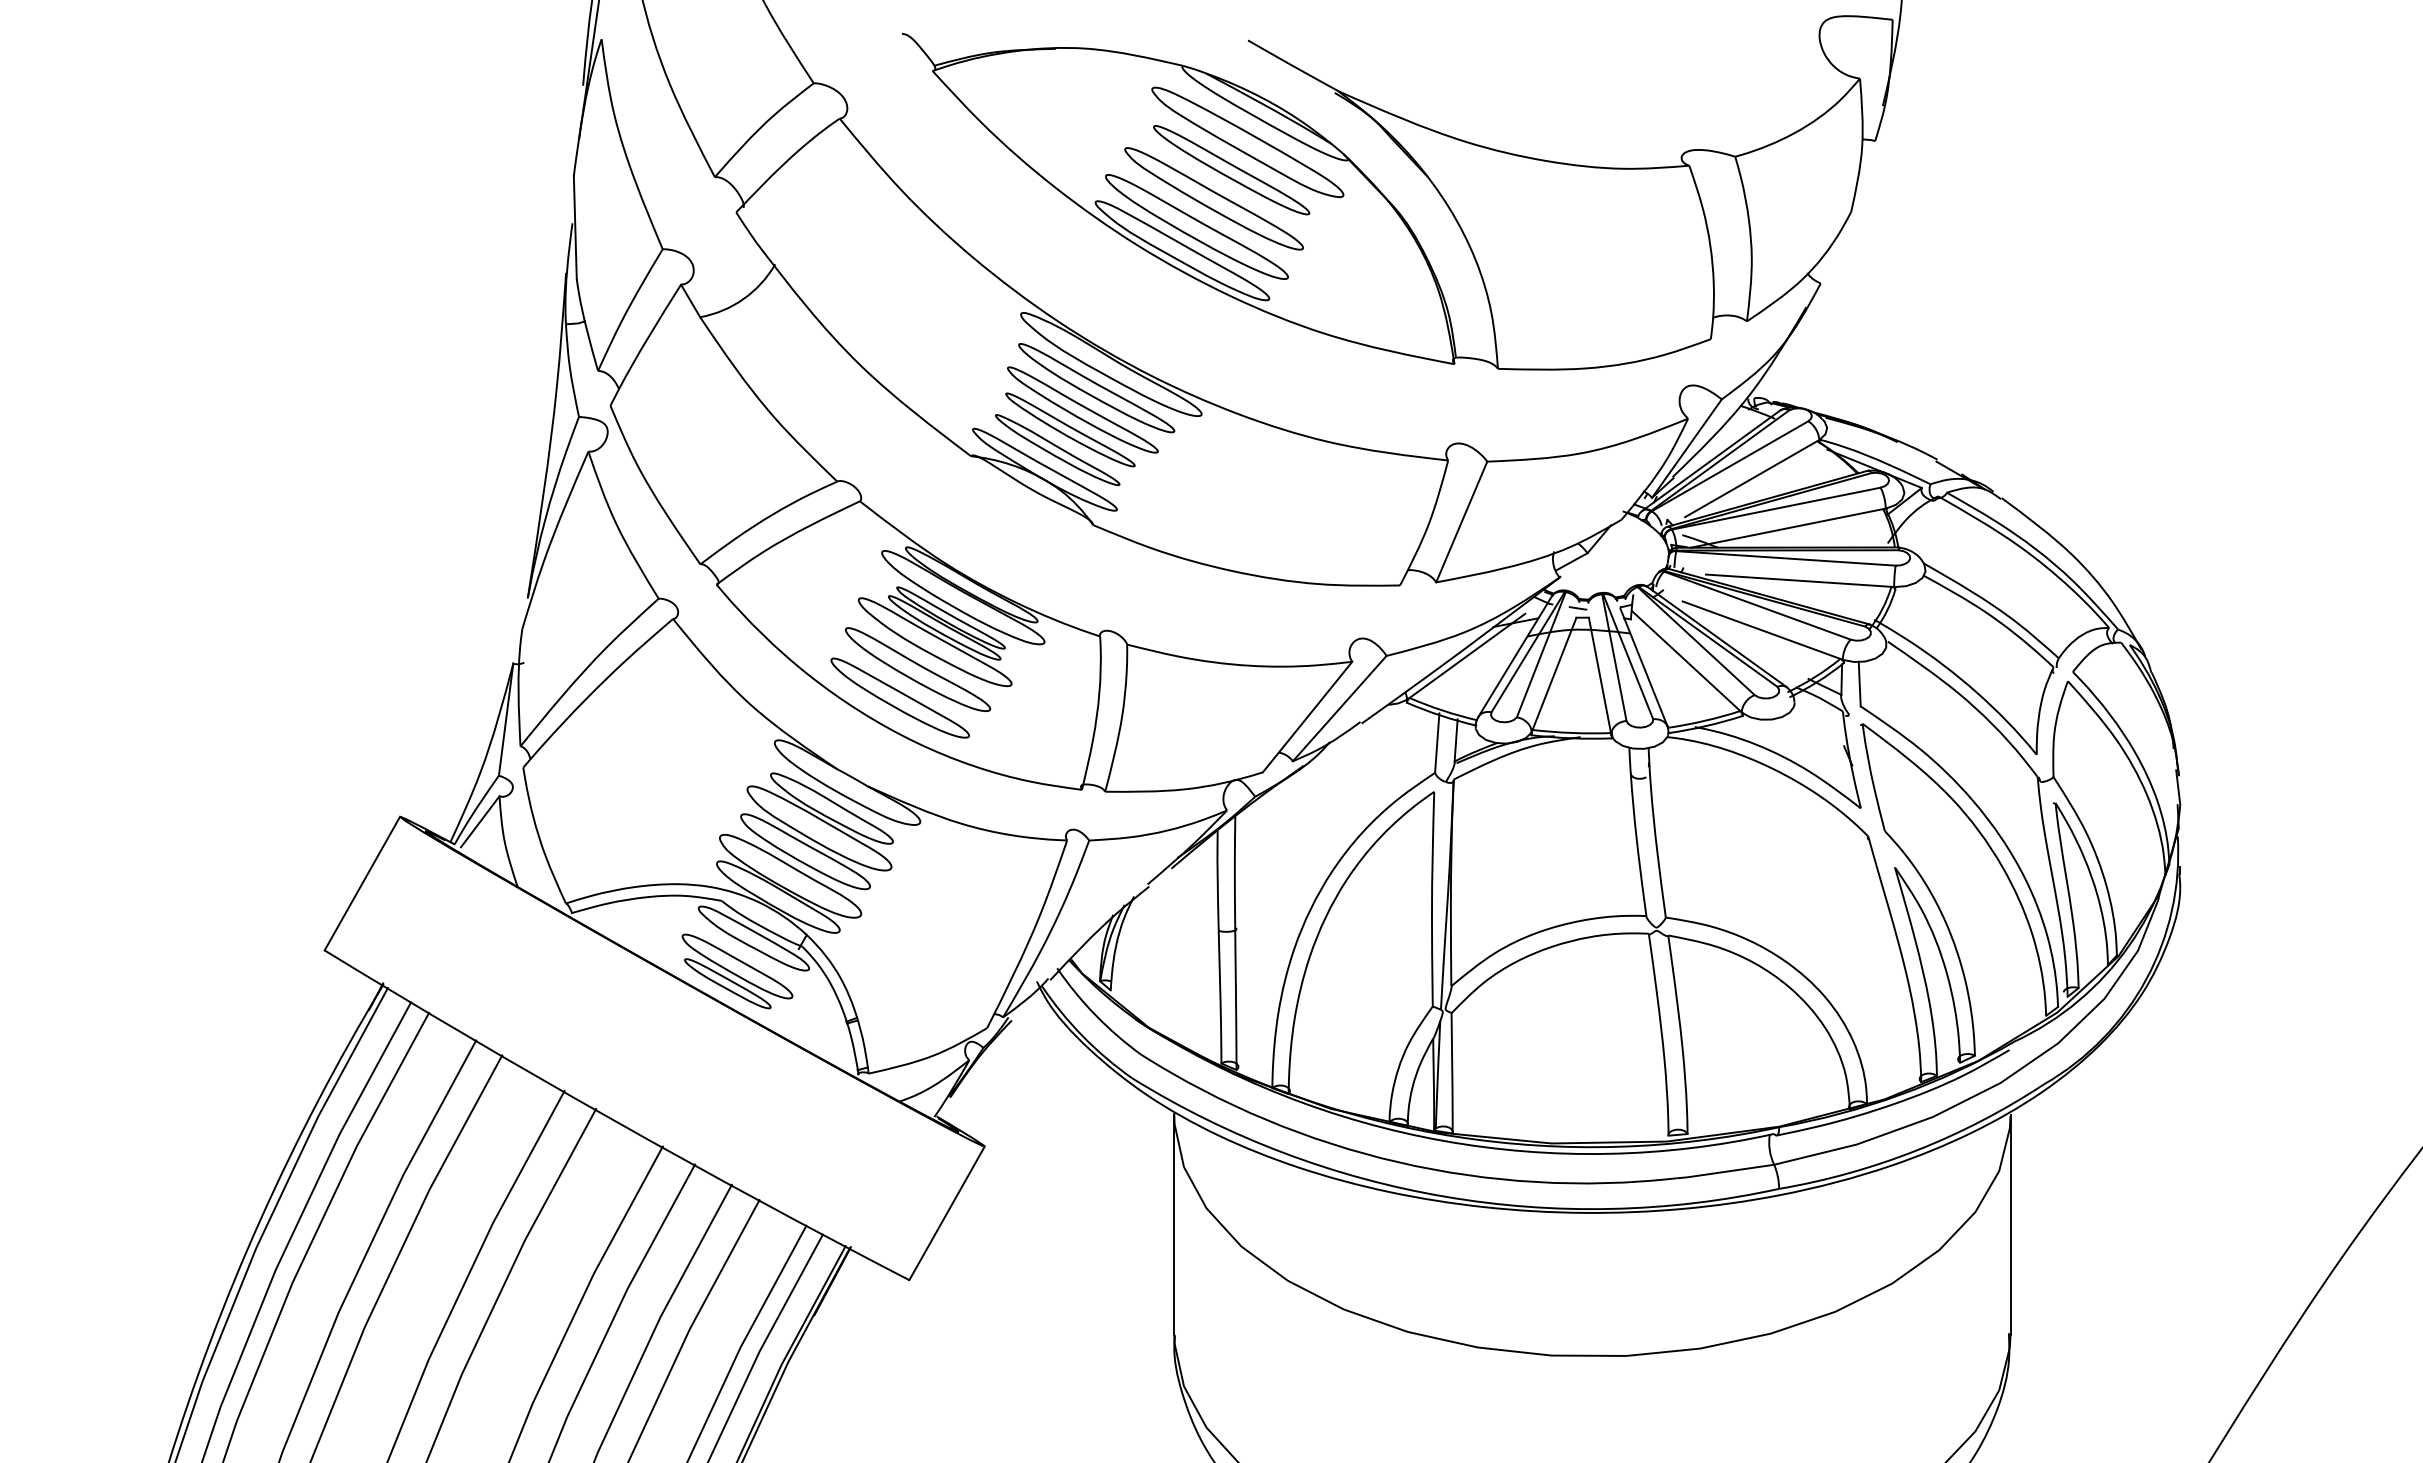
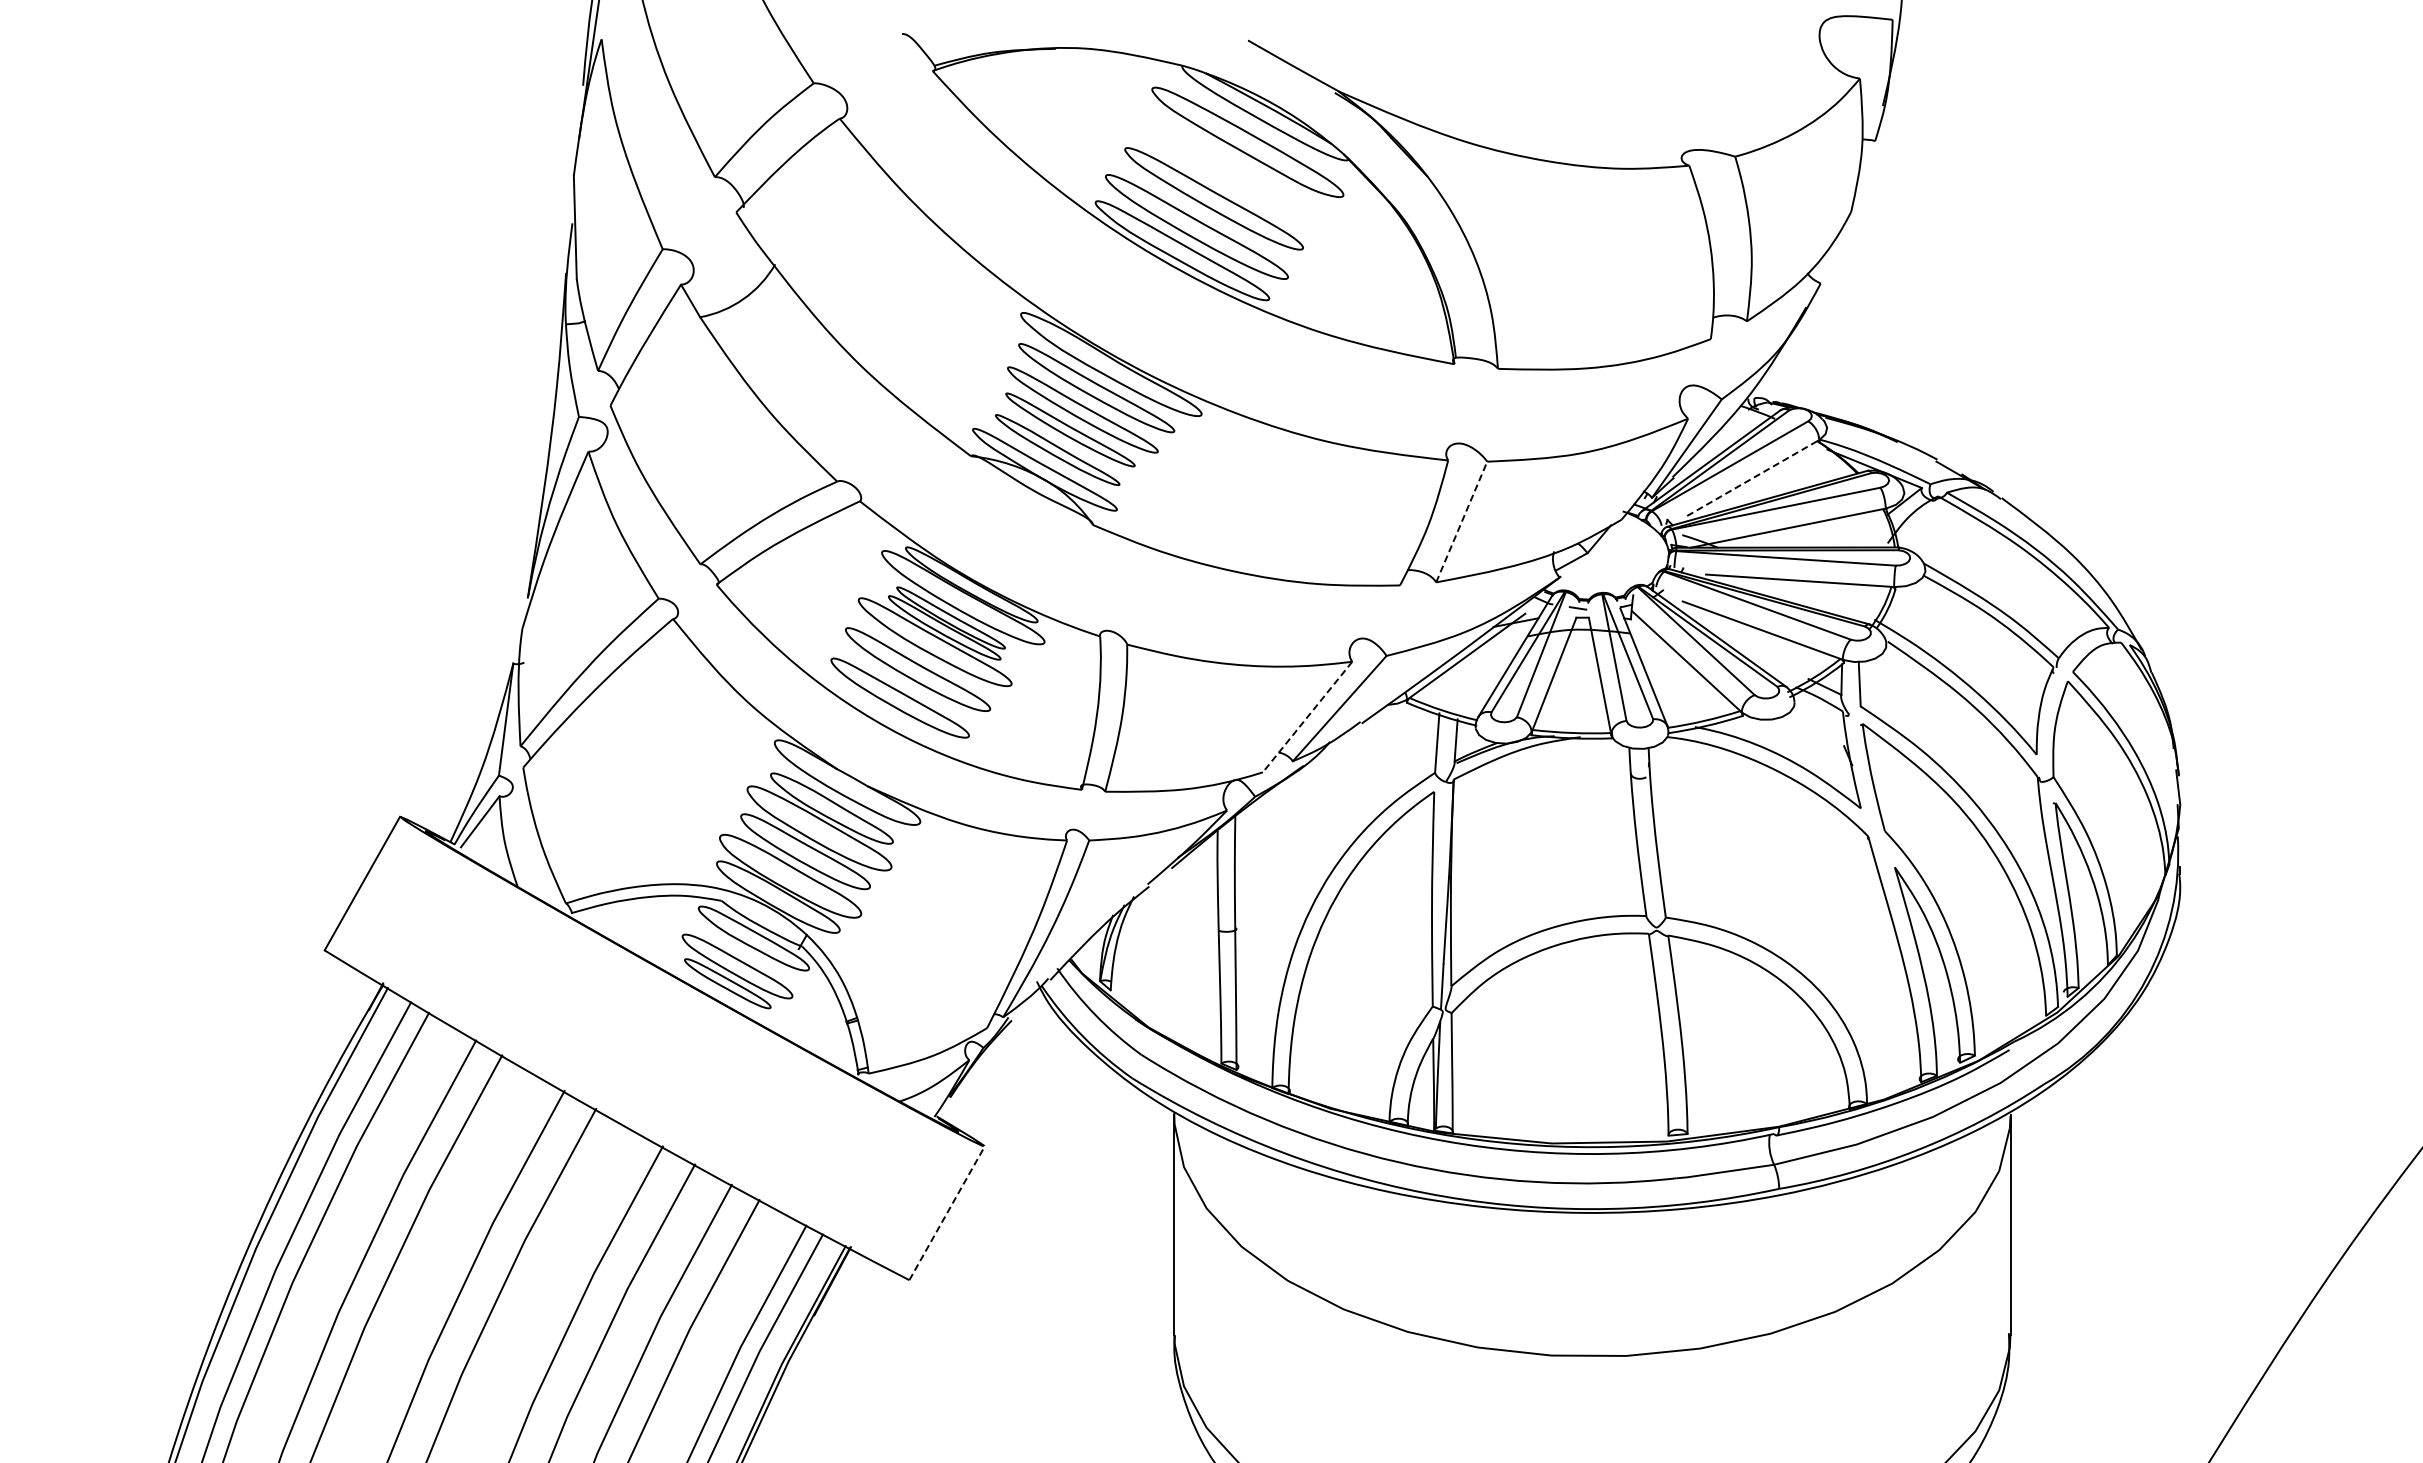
part at (1231, 170): present -> none
line at (1750, 479): solid -> dashed
line at (1461, 522): solid -> dashed
line at (1307, 717): solid -> dashed
line at (947, 1213): solid -> dashed
